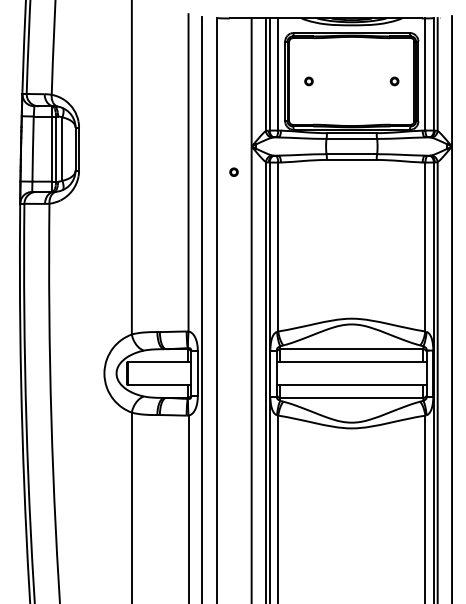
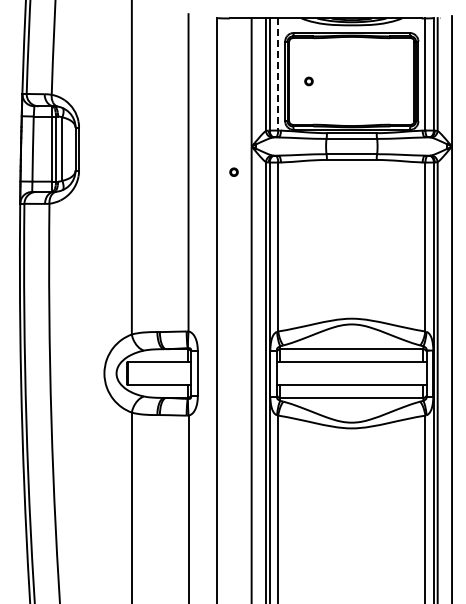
line at (278, 75): solid -> dashed
part at (394, 81): present -> none
line at (202, 308): present -> none
